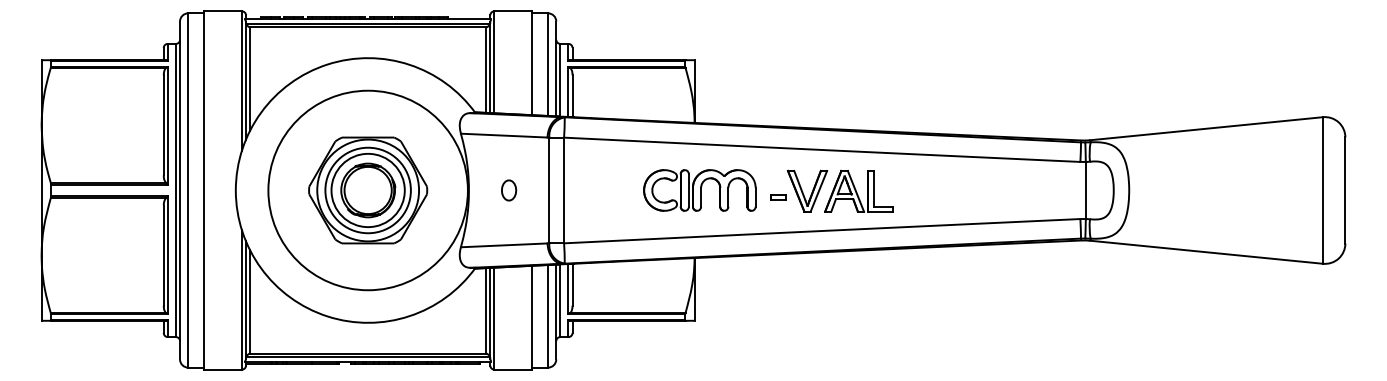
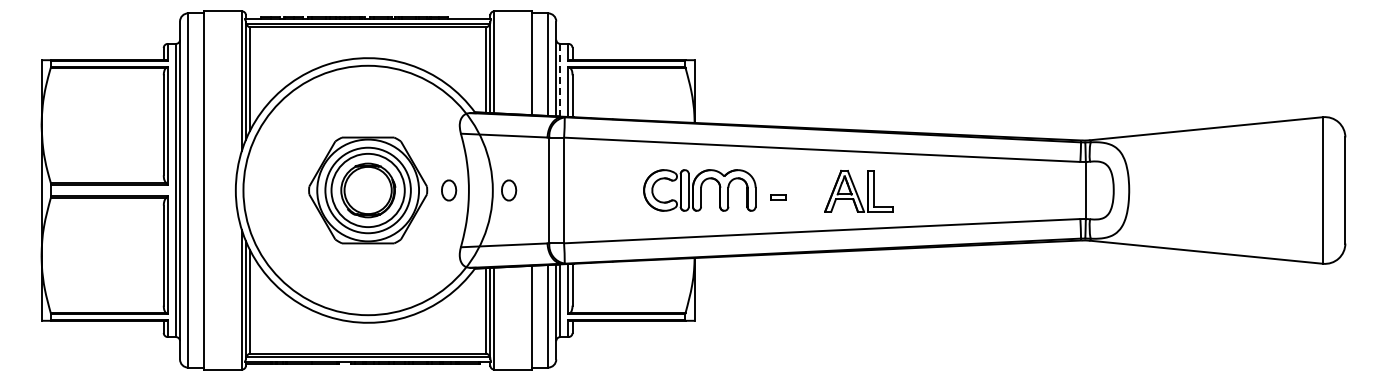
line at (560, 80): solid -> dashed
circle at (367, 190) diameter: 200 px -> 249 px
part at (449, 190): none -> present
part at (807, 190): present -> none
